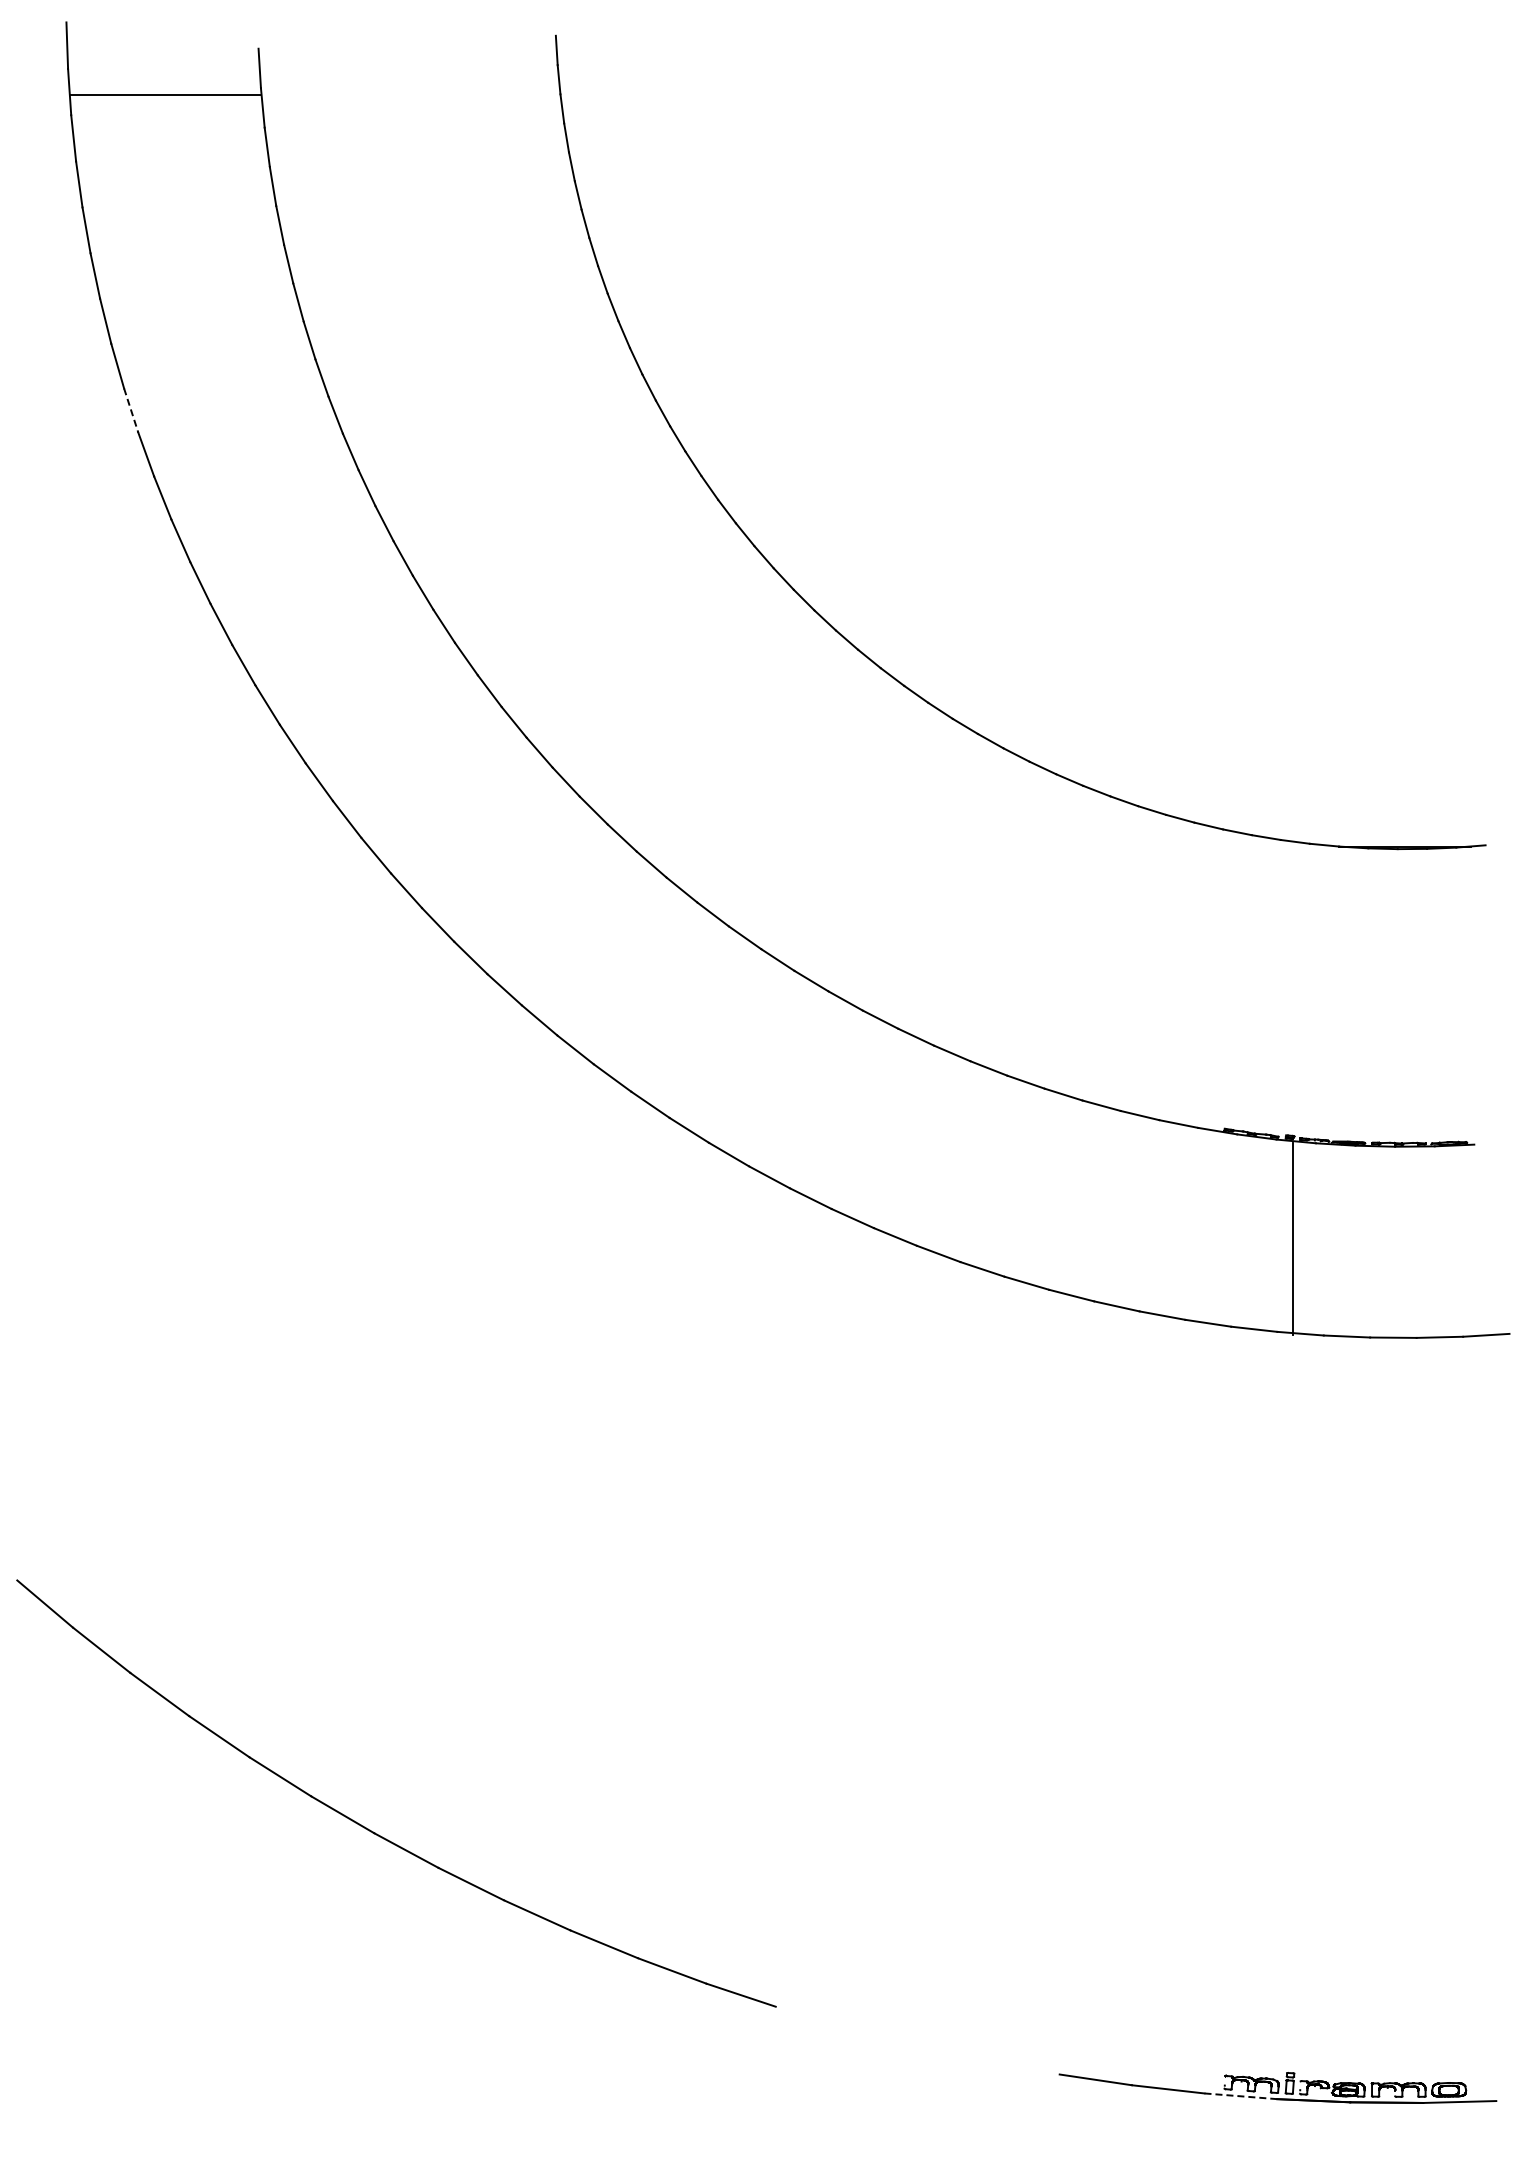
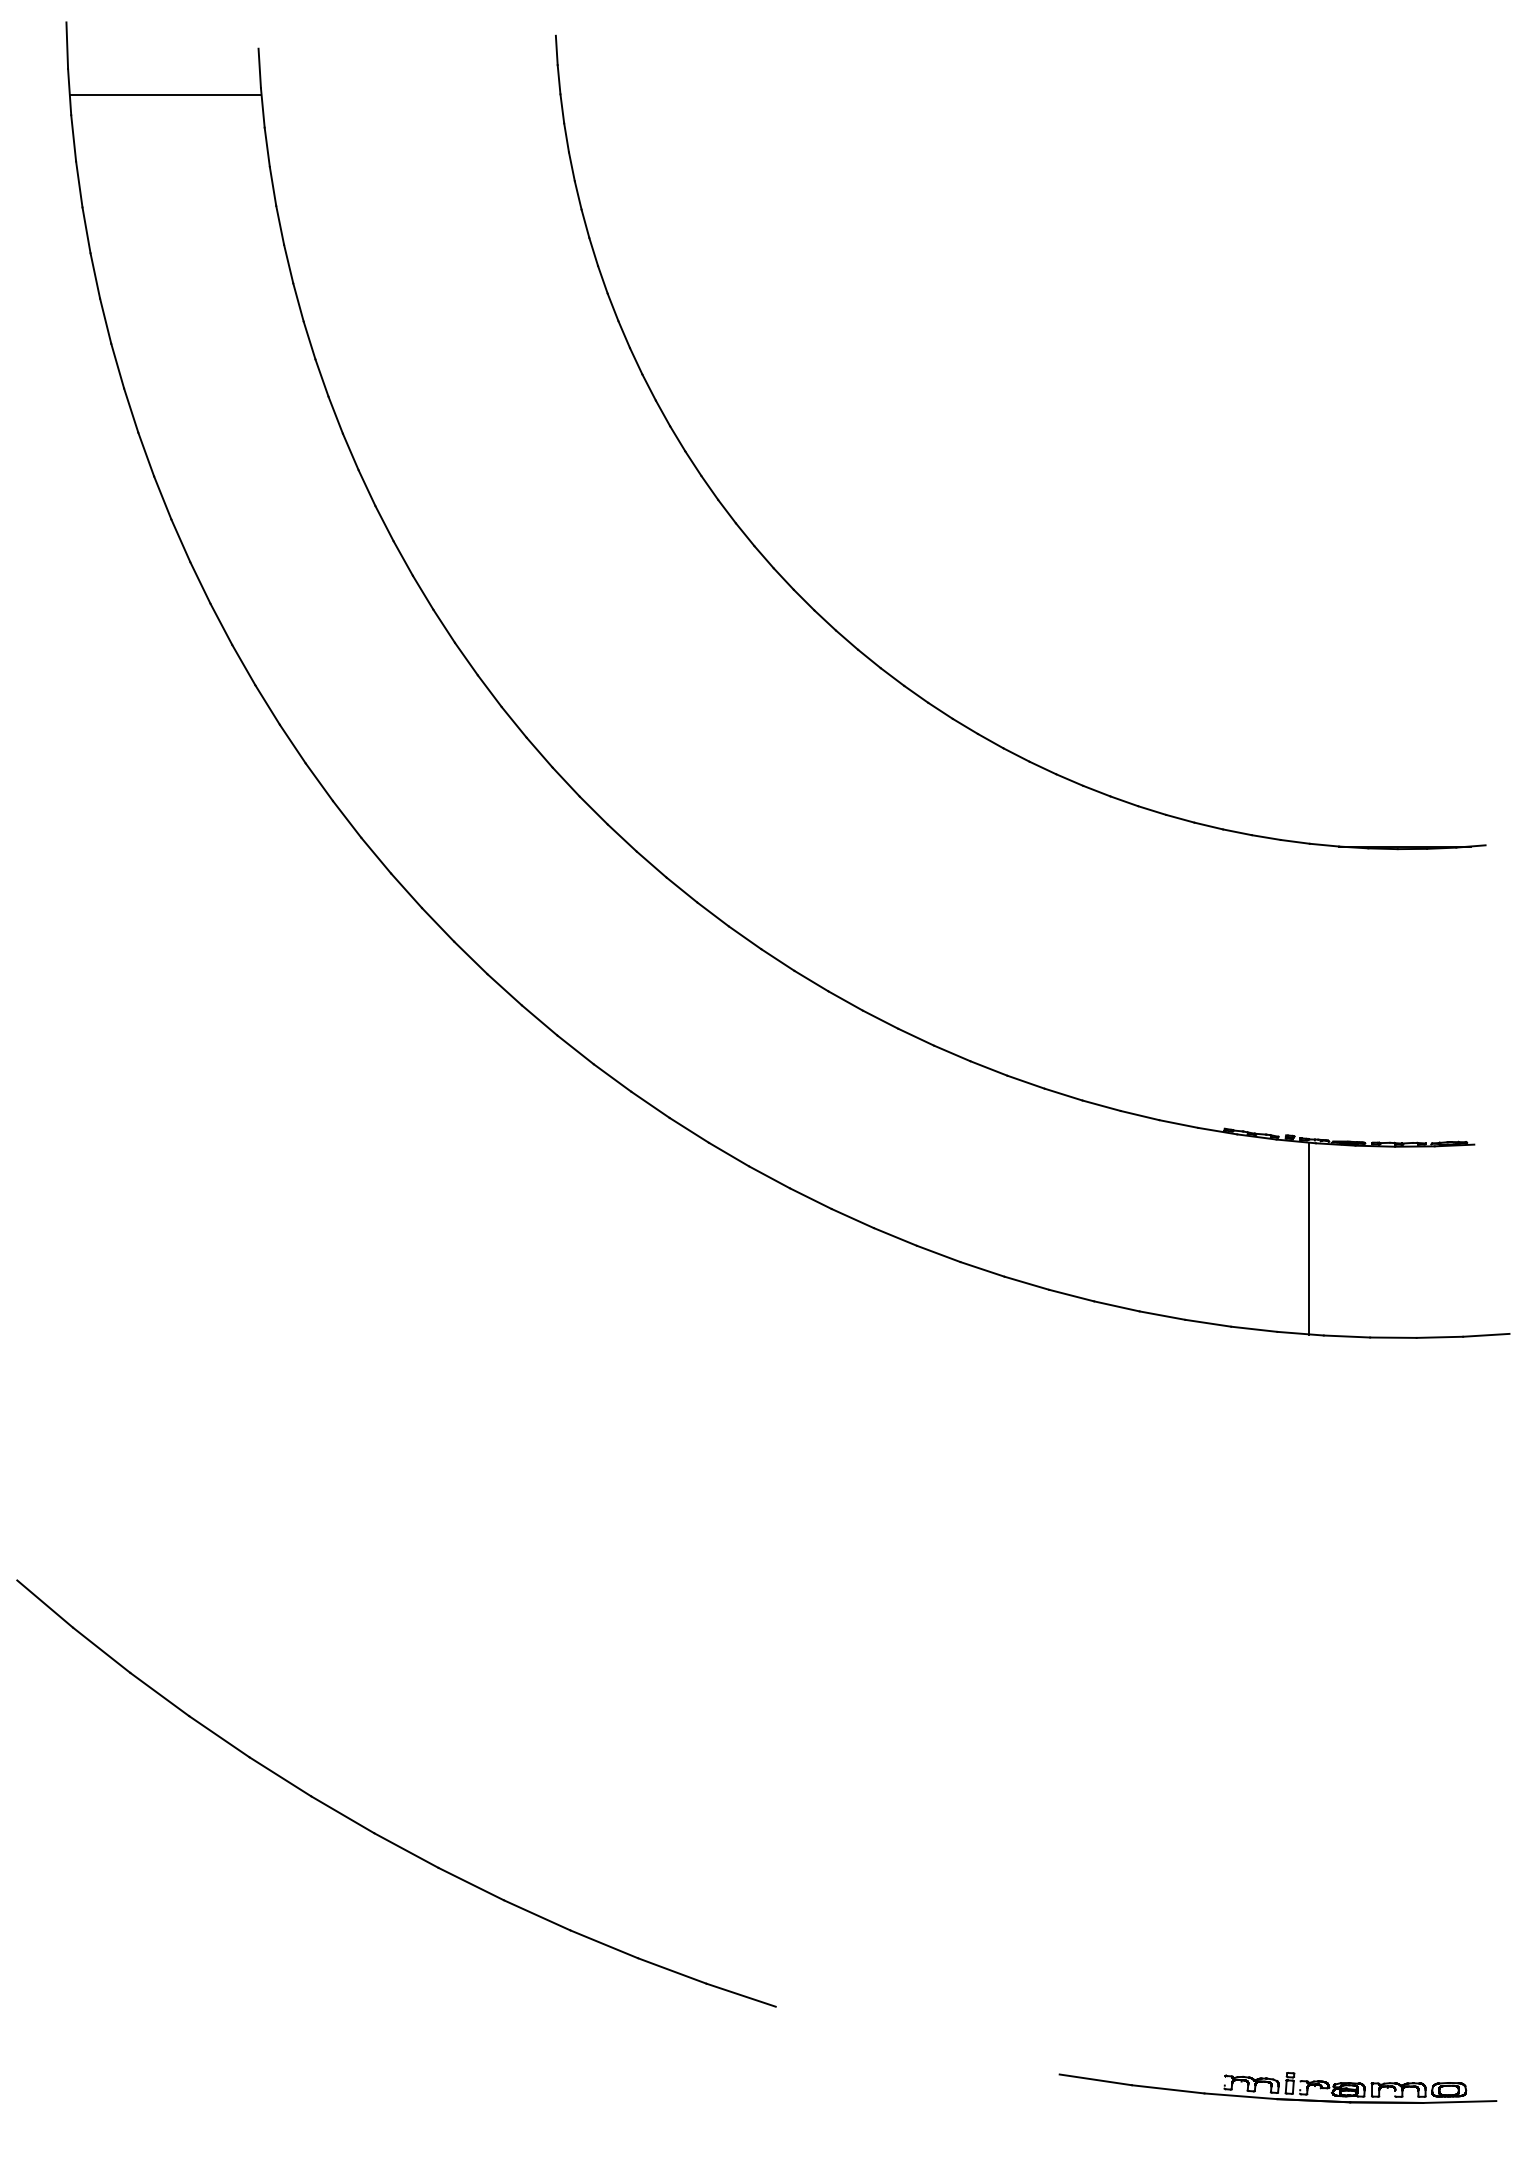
line at (131, 411): dashed -> solid
line at (1293, 1238) position: (1293, 1238) -> (1309, 1238)
line at (1240, 2096): dashed -> solid
